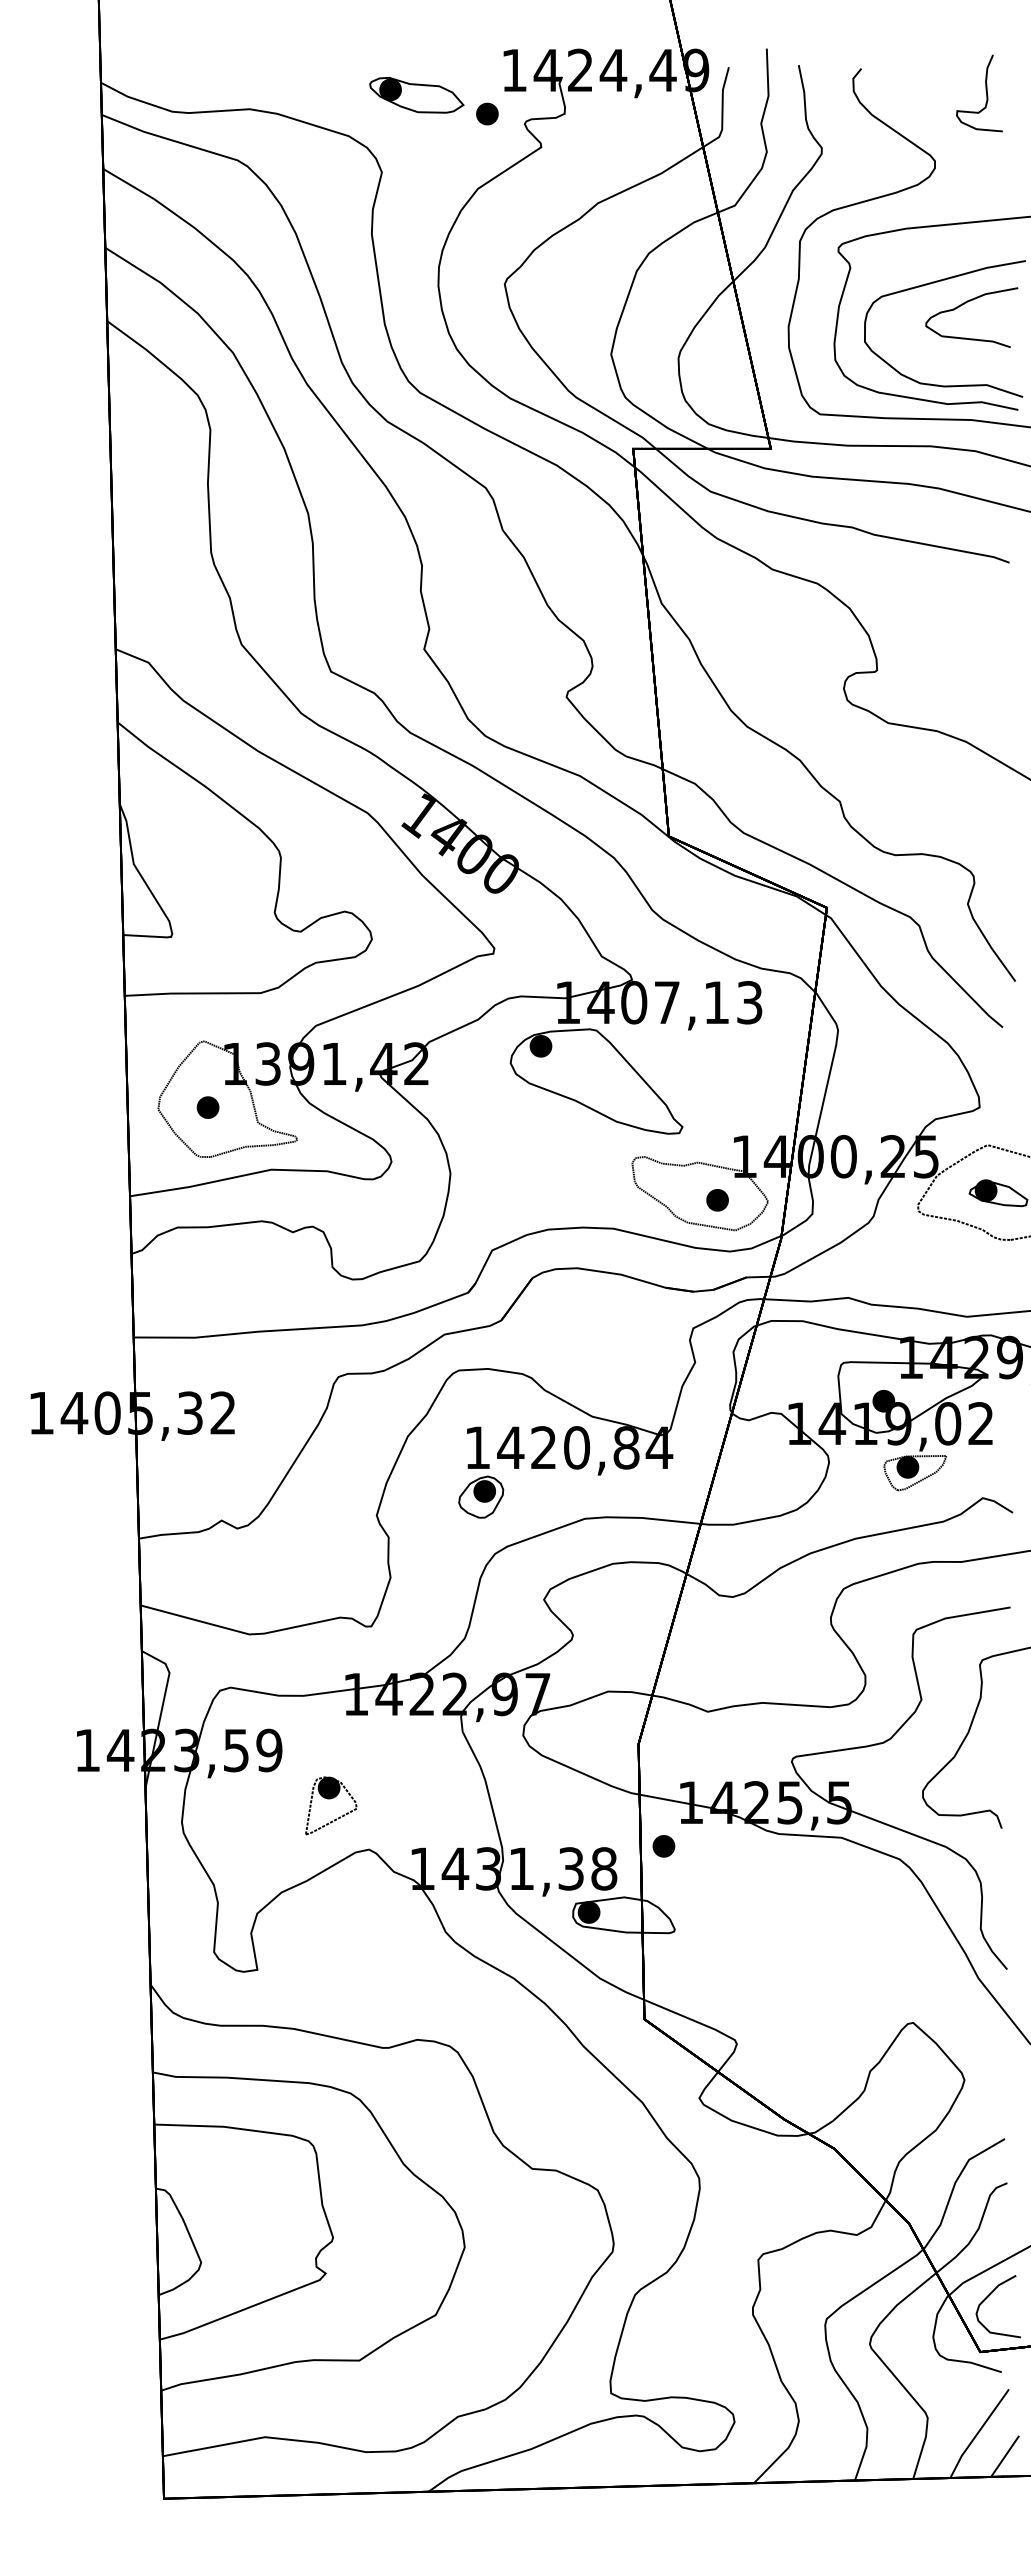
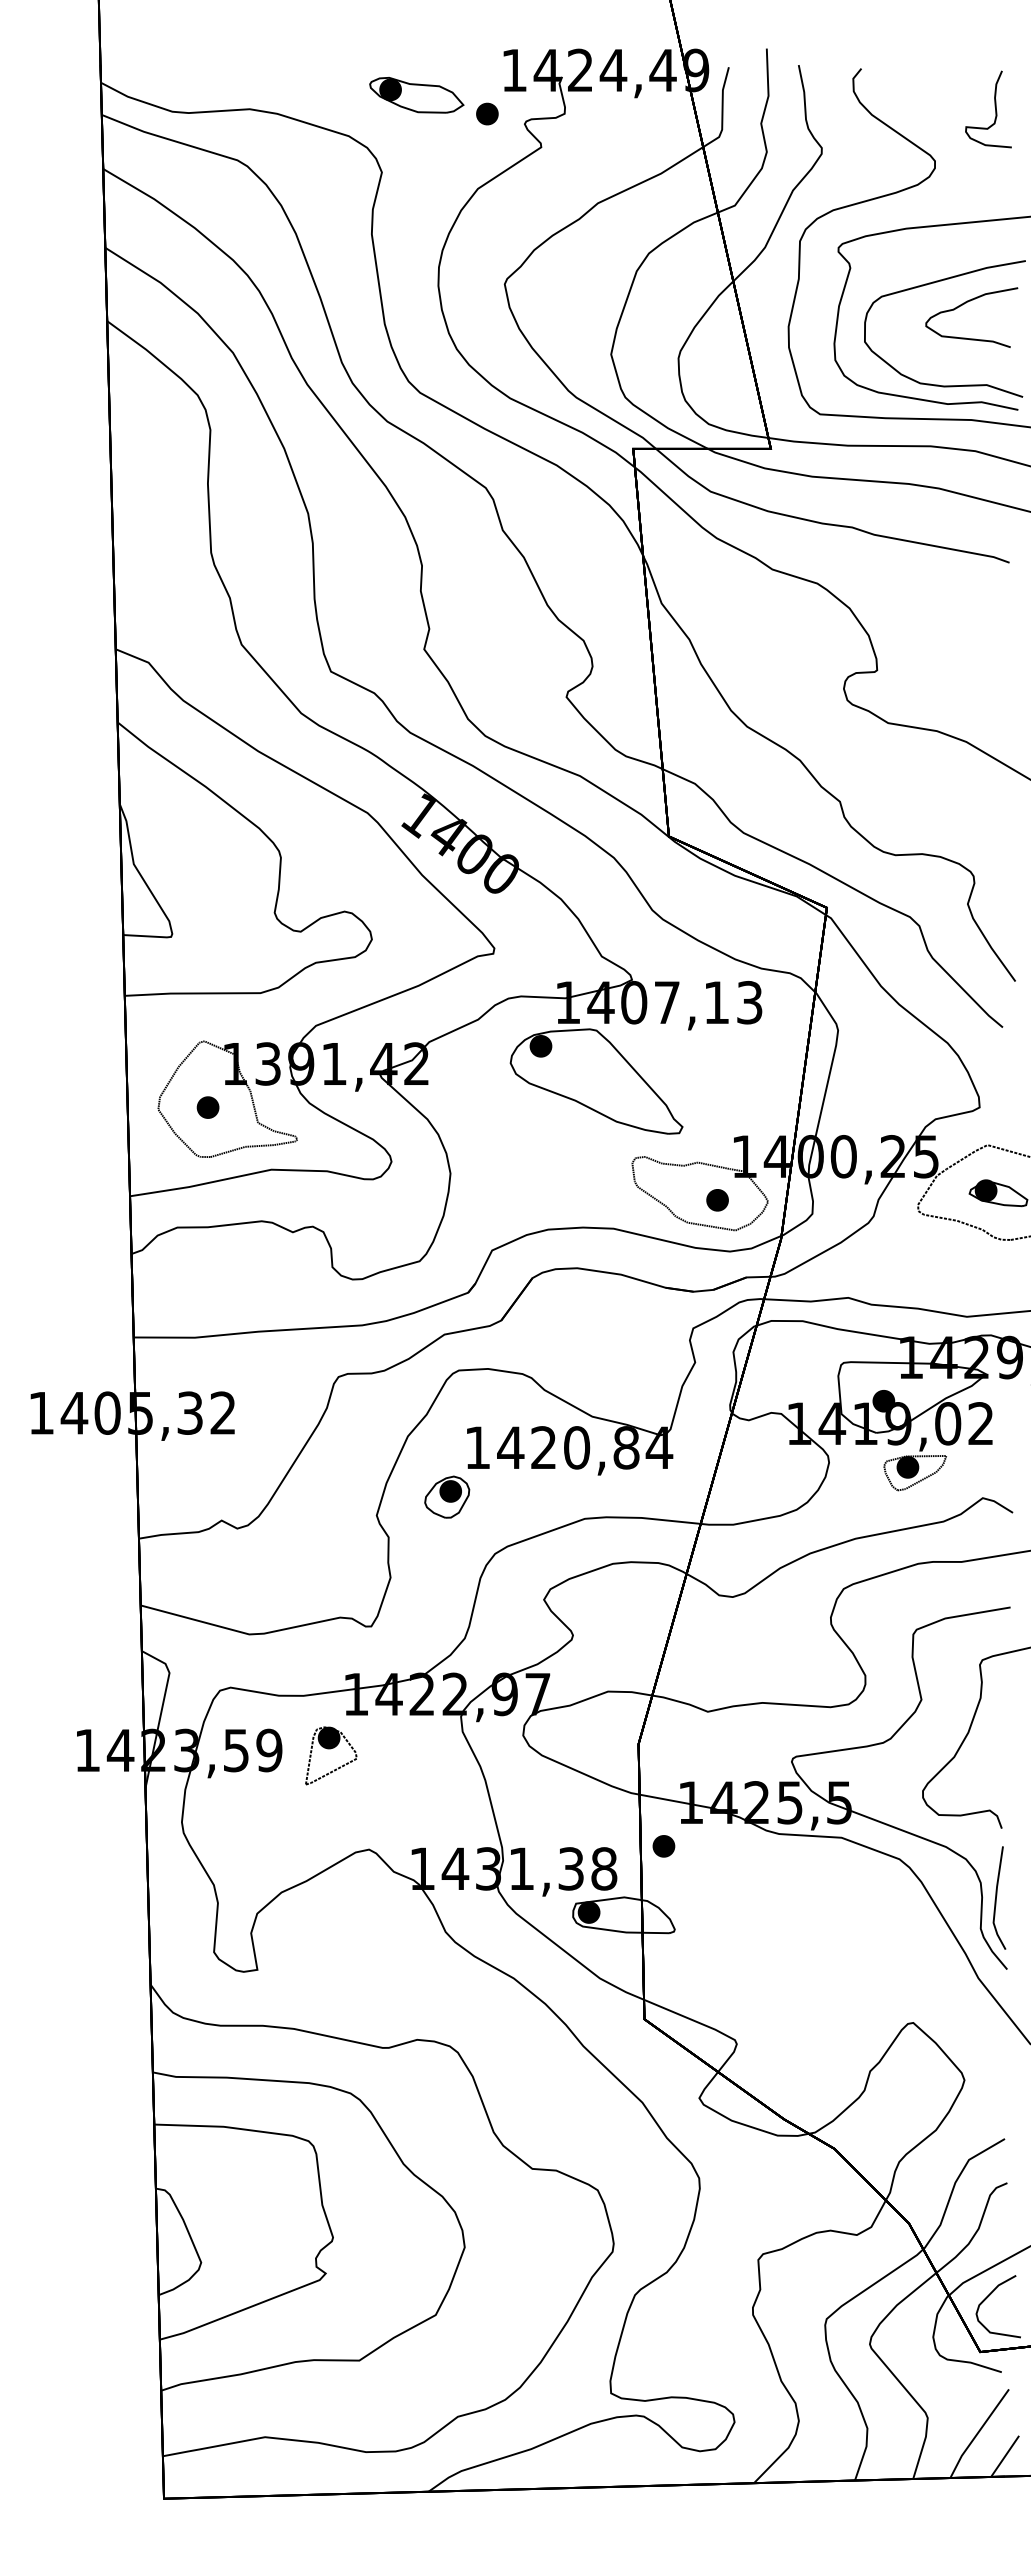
curve at (985, 90) position: (985, 90) -> (994, 106)
part at (481, 1496) position: (481, 1496) -> (447, 1496)
part at (330, 1799) position: (330, 1799) -> (330, 1749)
line at (997, 1895): none -> present
